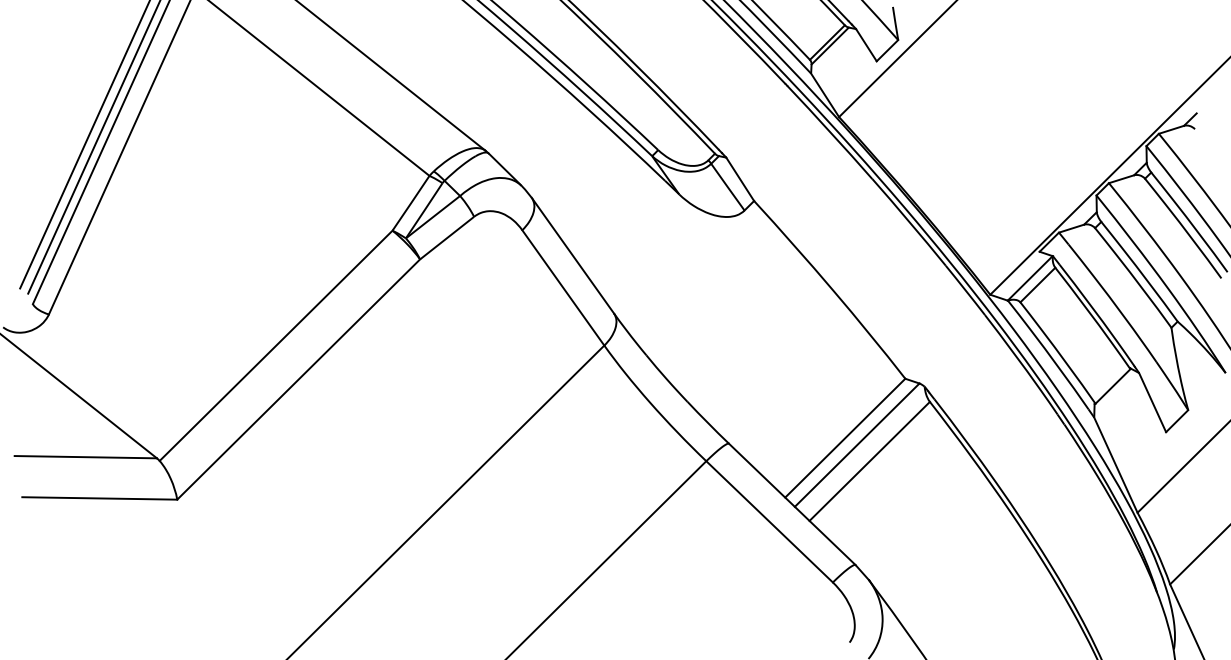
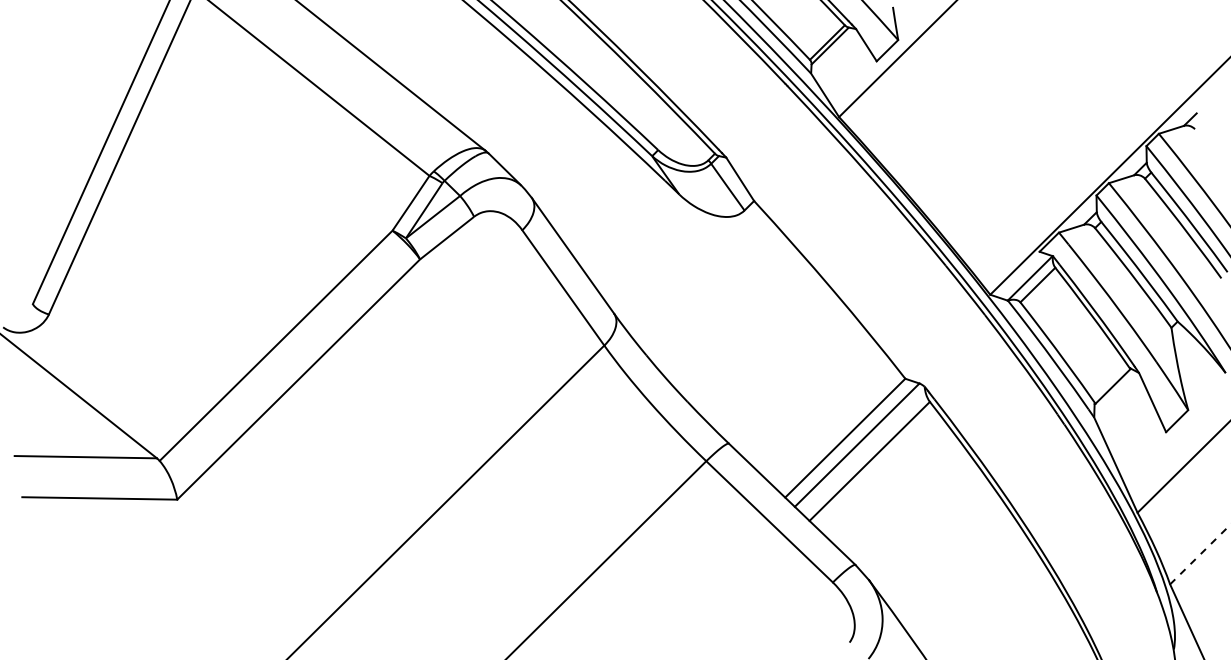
line at (84, 145): present -> none
line at (93, 147): present -> none
line at (1200, 554): solid -> dashed
